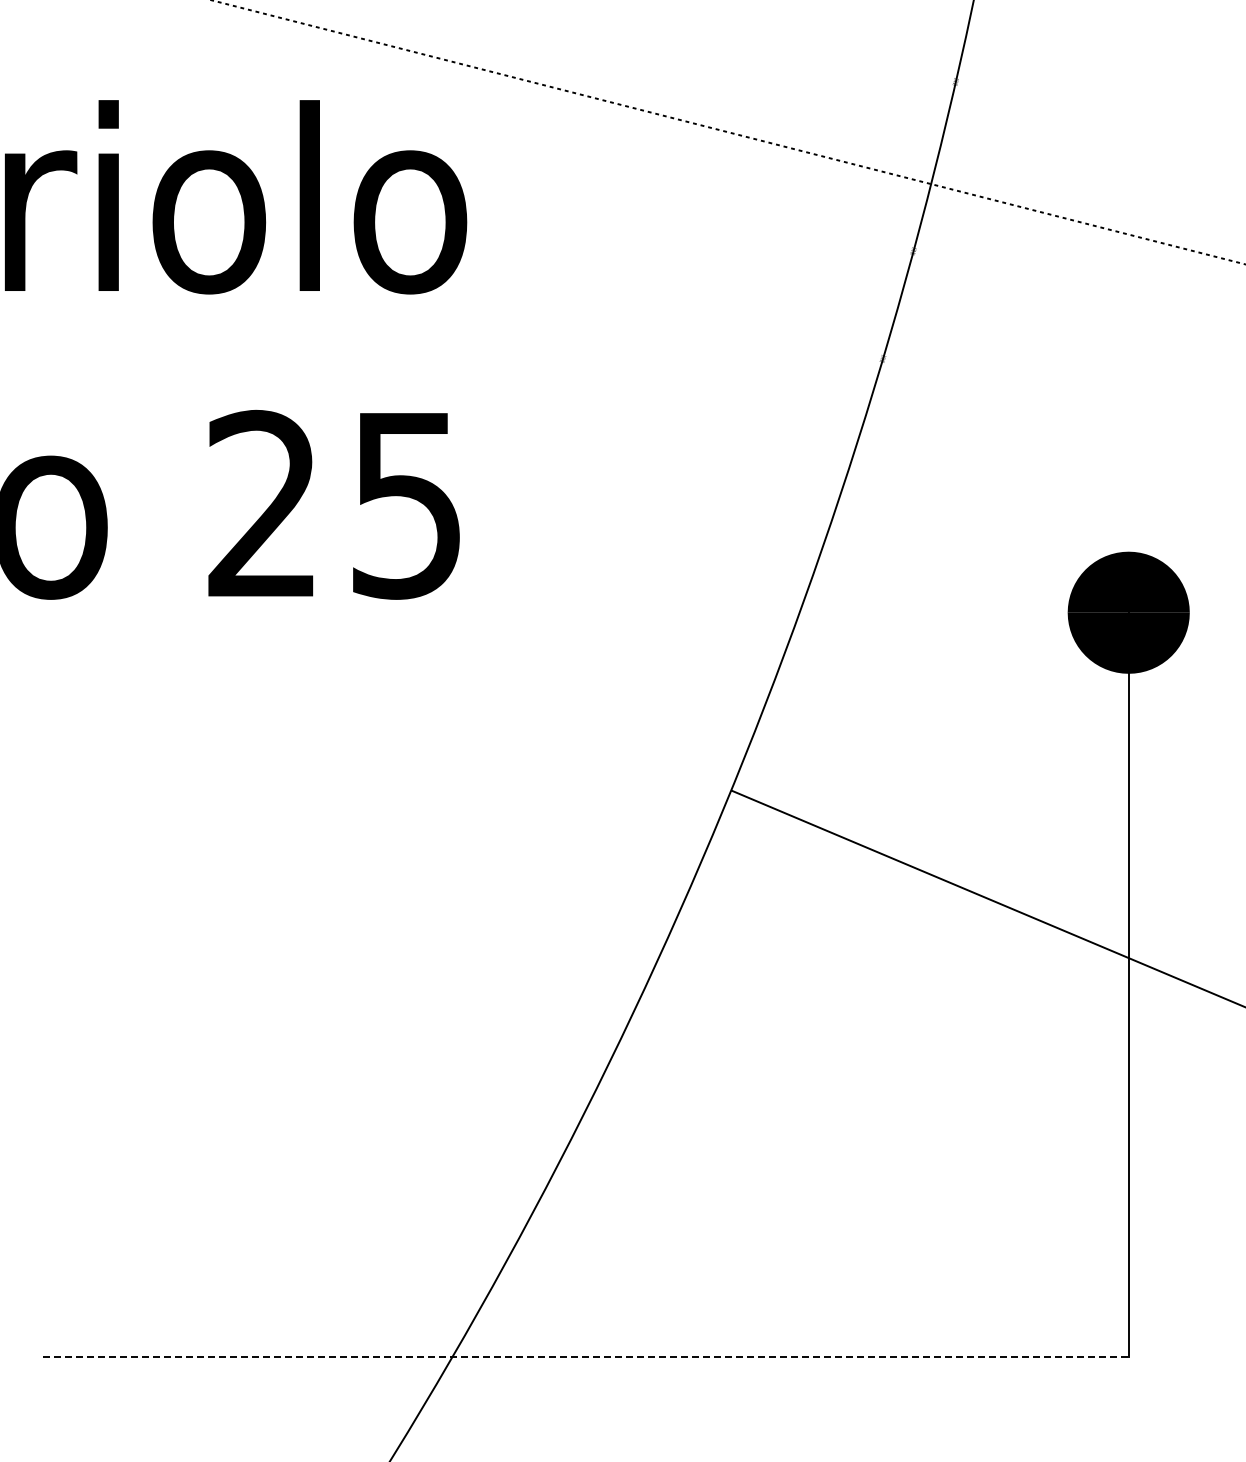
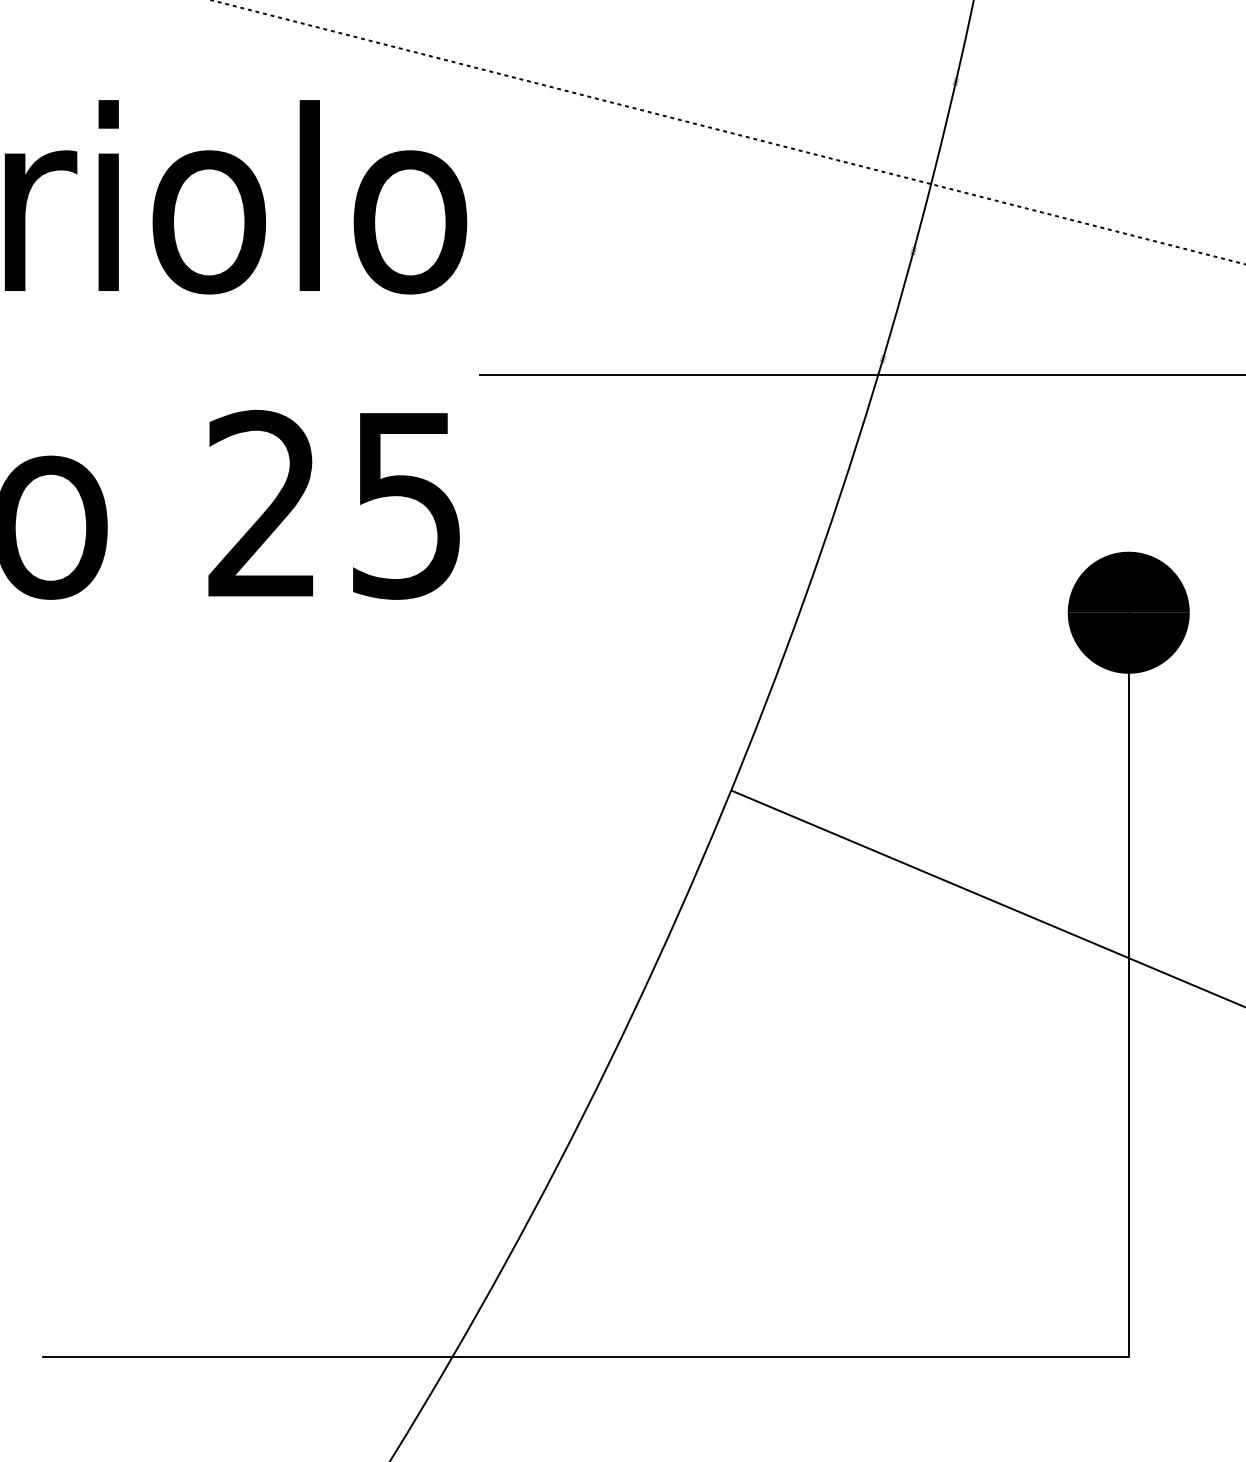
line at (860, 375): none -> present
line at (586, 1357): dashed -> solid
